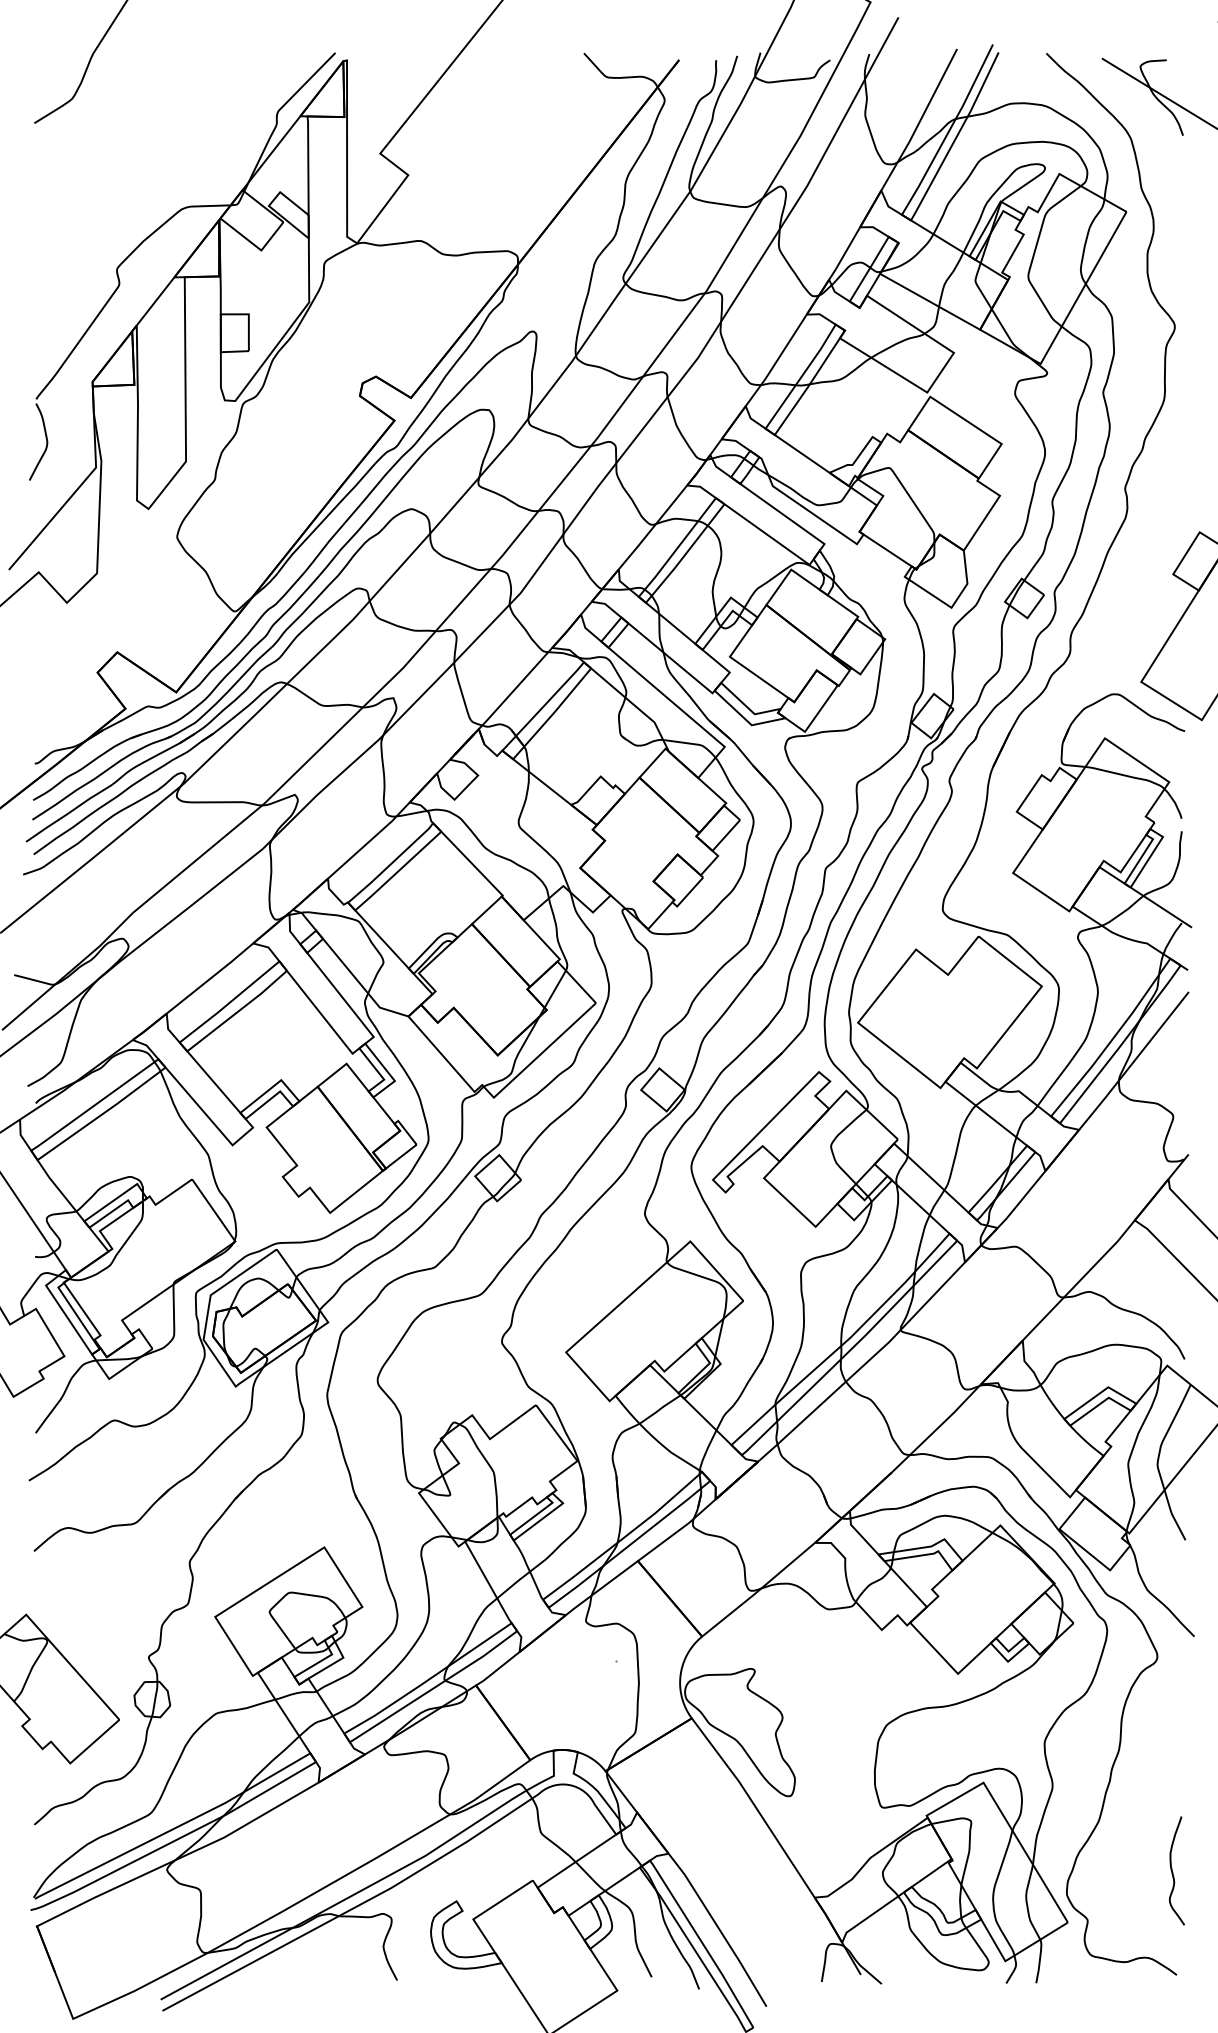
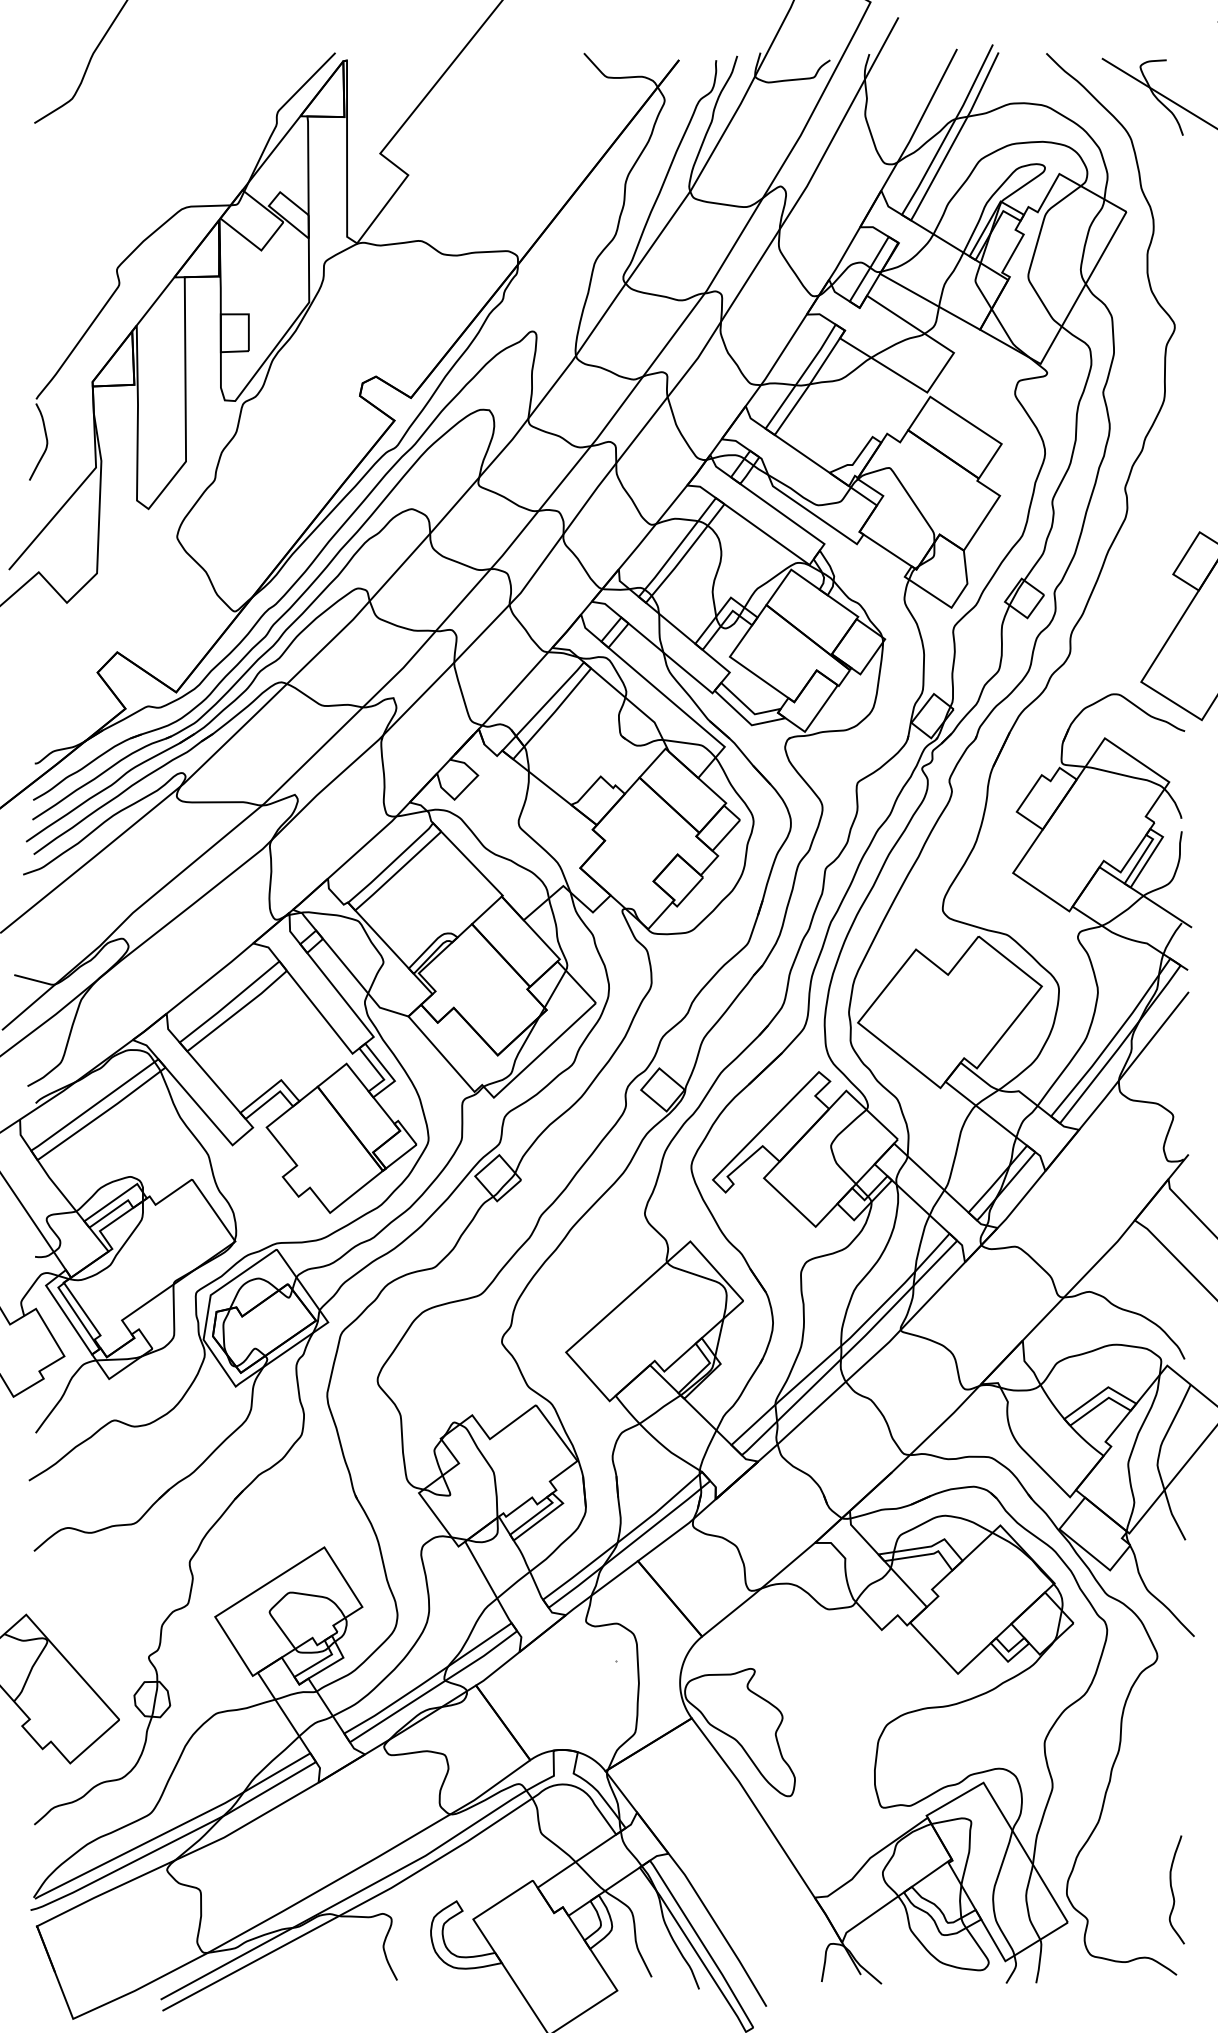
curve at (1173, 1872) position: (1173, 1872) -> (1173, 1891)
